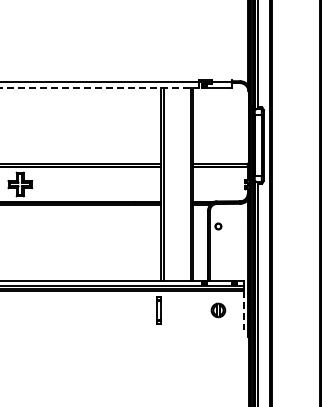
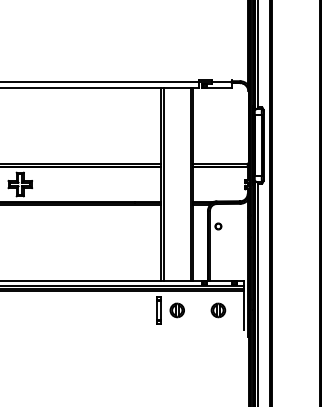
line at (99, 87): dashed -> solid
part at (176, 310): none -> present
line at (243, 310): dashed -> solid
